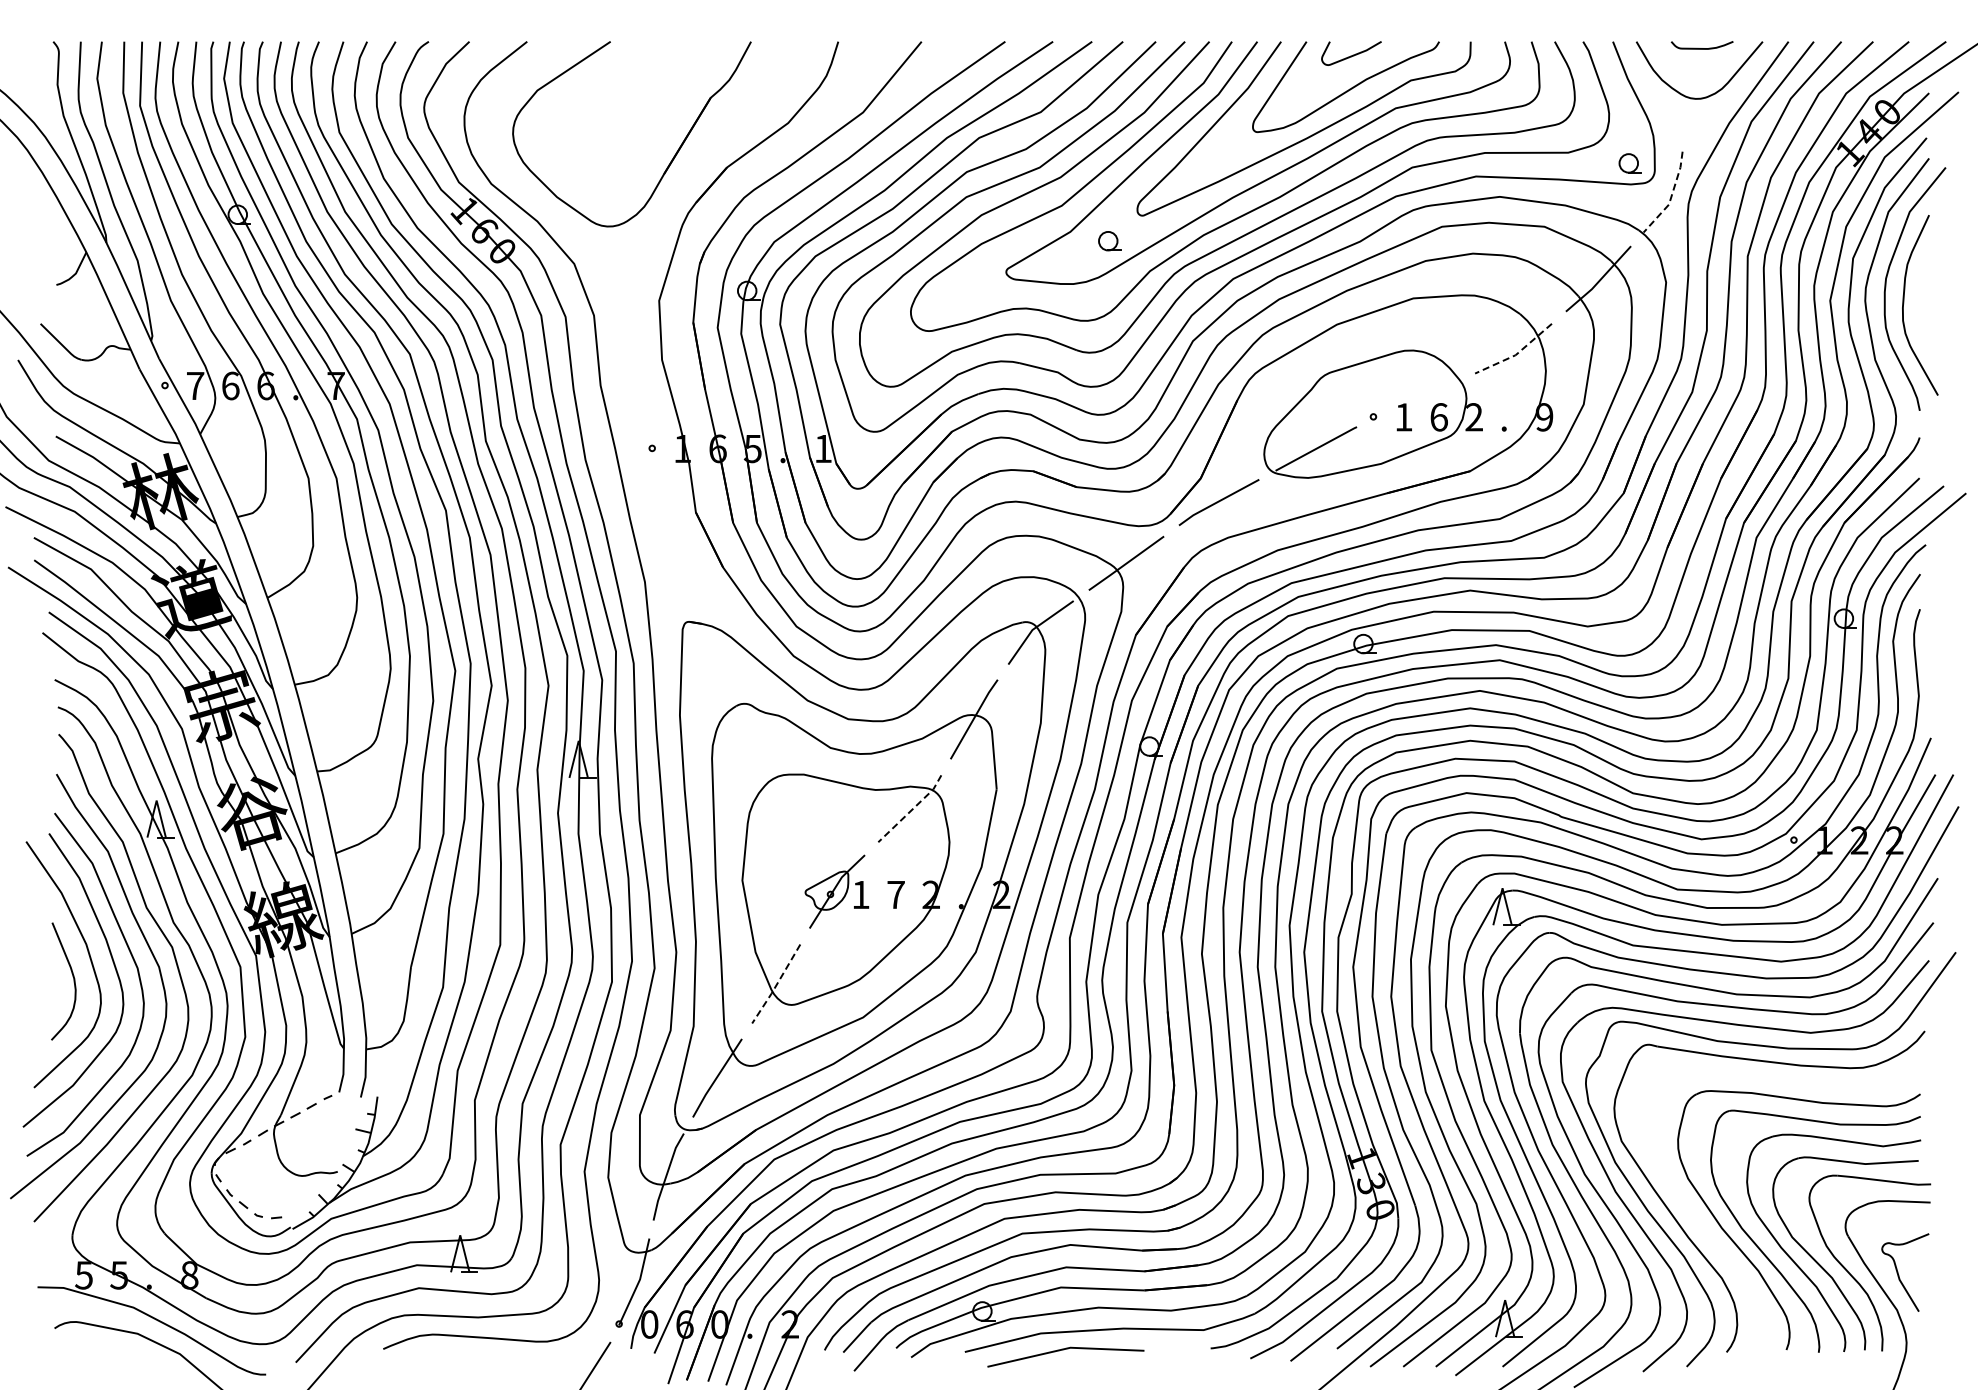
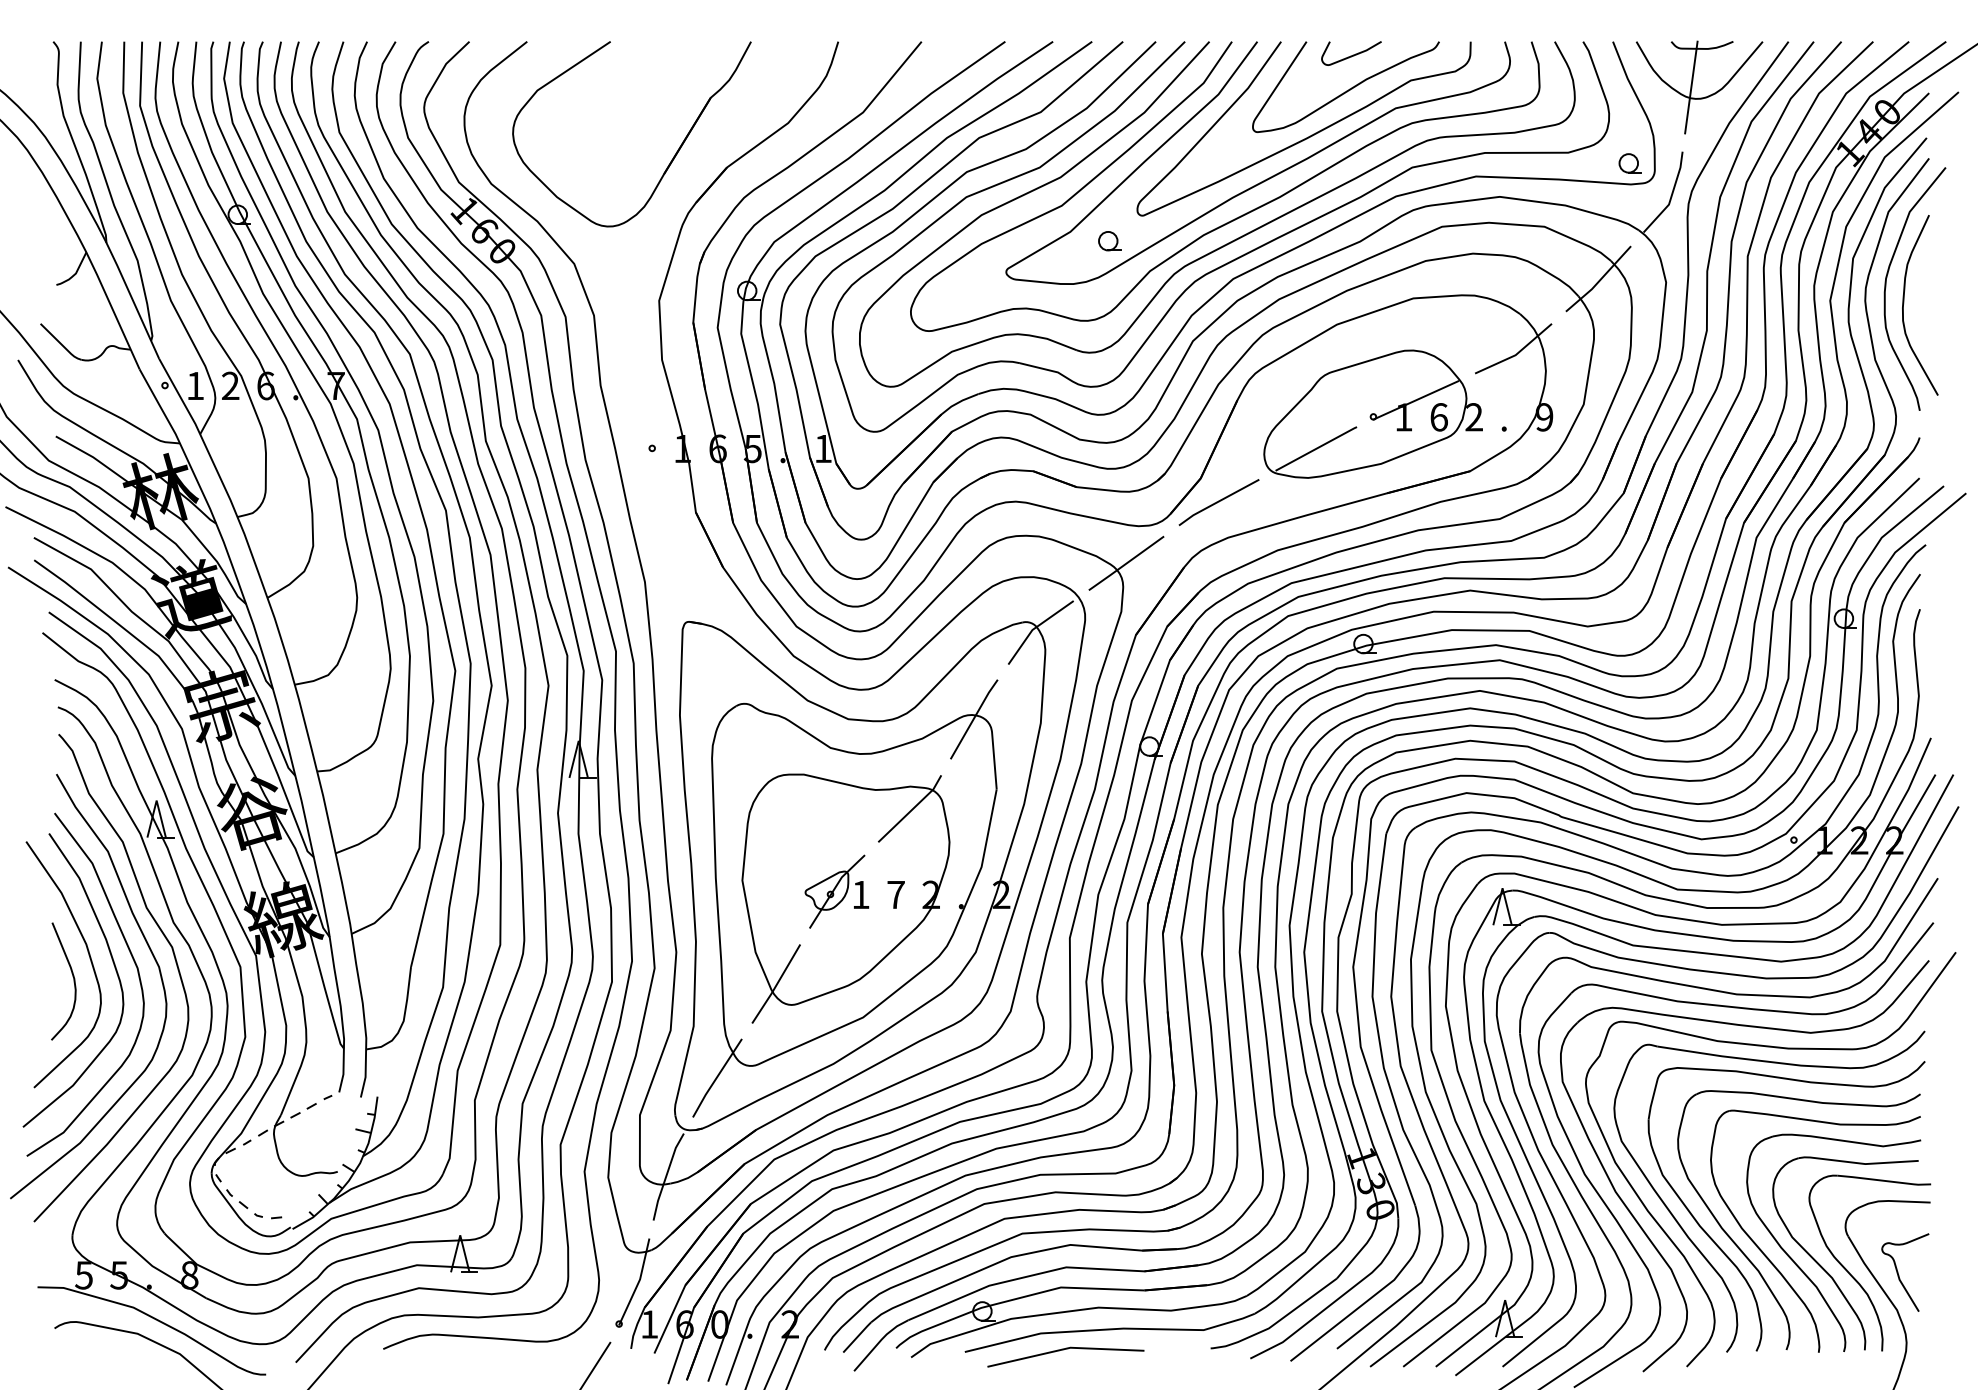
line at (1691, 87): none -> present
line at (1671, 196): dashed -> solid
line at (1516, 354): dashed -> solid
text at (195, 385): 7 -> 1
text at (230, 385): 6 -> 2
line at (1415, 400): none -> present
line at (911, 810): dashed -> solid
line at (776, 985): dashed -> solid
part at (1731, 1259): none -> present
text at (649, 1324): 0 -> 1
